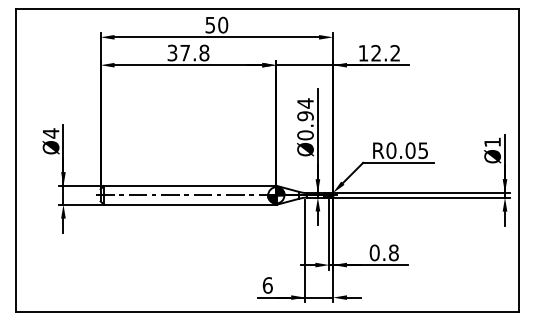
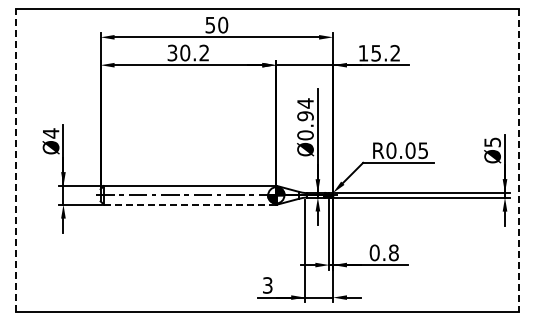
text at (194, 52): 37.8 -> 30.2
text at (375, 52): 12.2 -> 15.2
text at (492, 142): Ø1 -> Ø5
line at (16, 160): solid -> dashed
line at (518, 160): solid -> dashed
line at (189, 204): solid -> dashed
text at (267, 285): 6 -> 3
